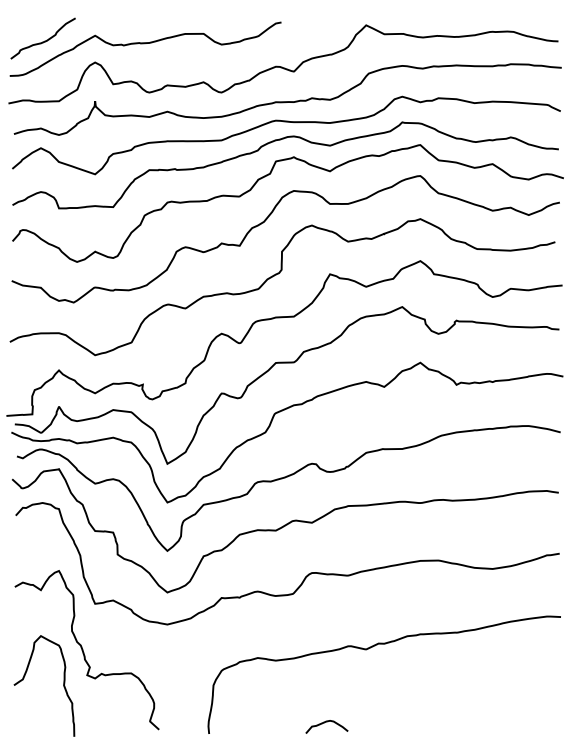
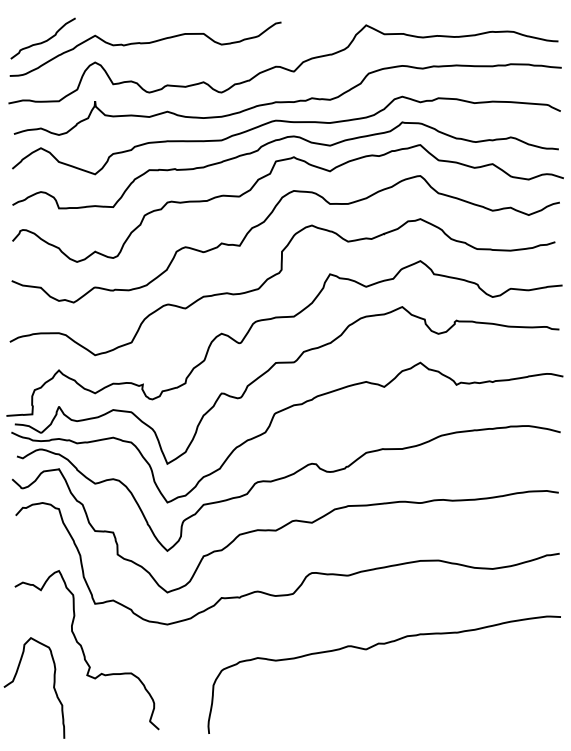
curve at (63, 685) position: (63, 685) -> (53, 687)
curve at (324, 723): present -> none
